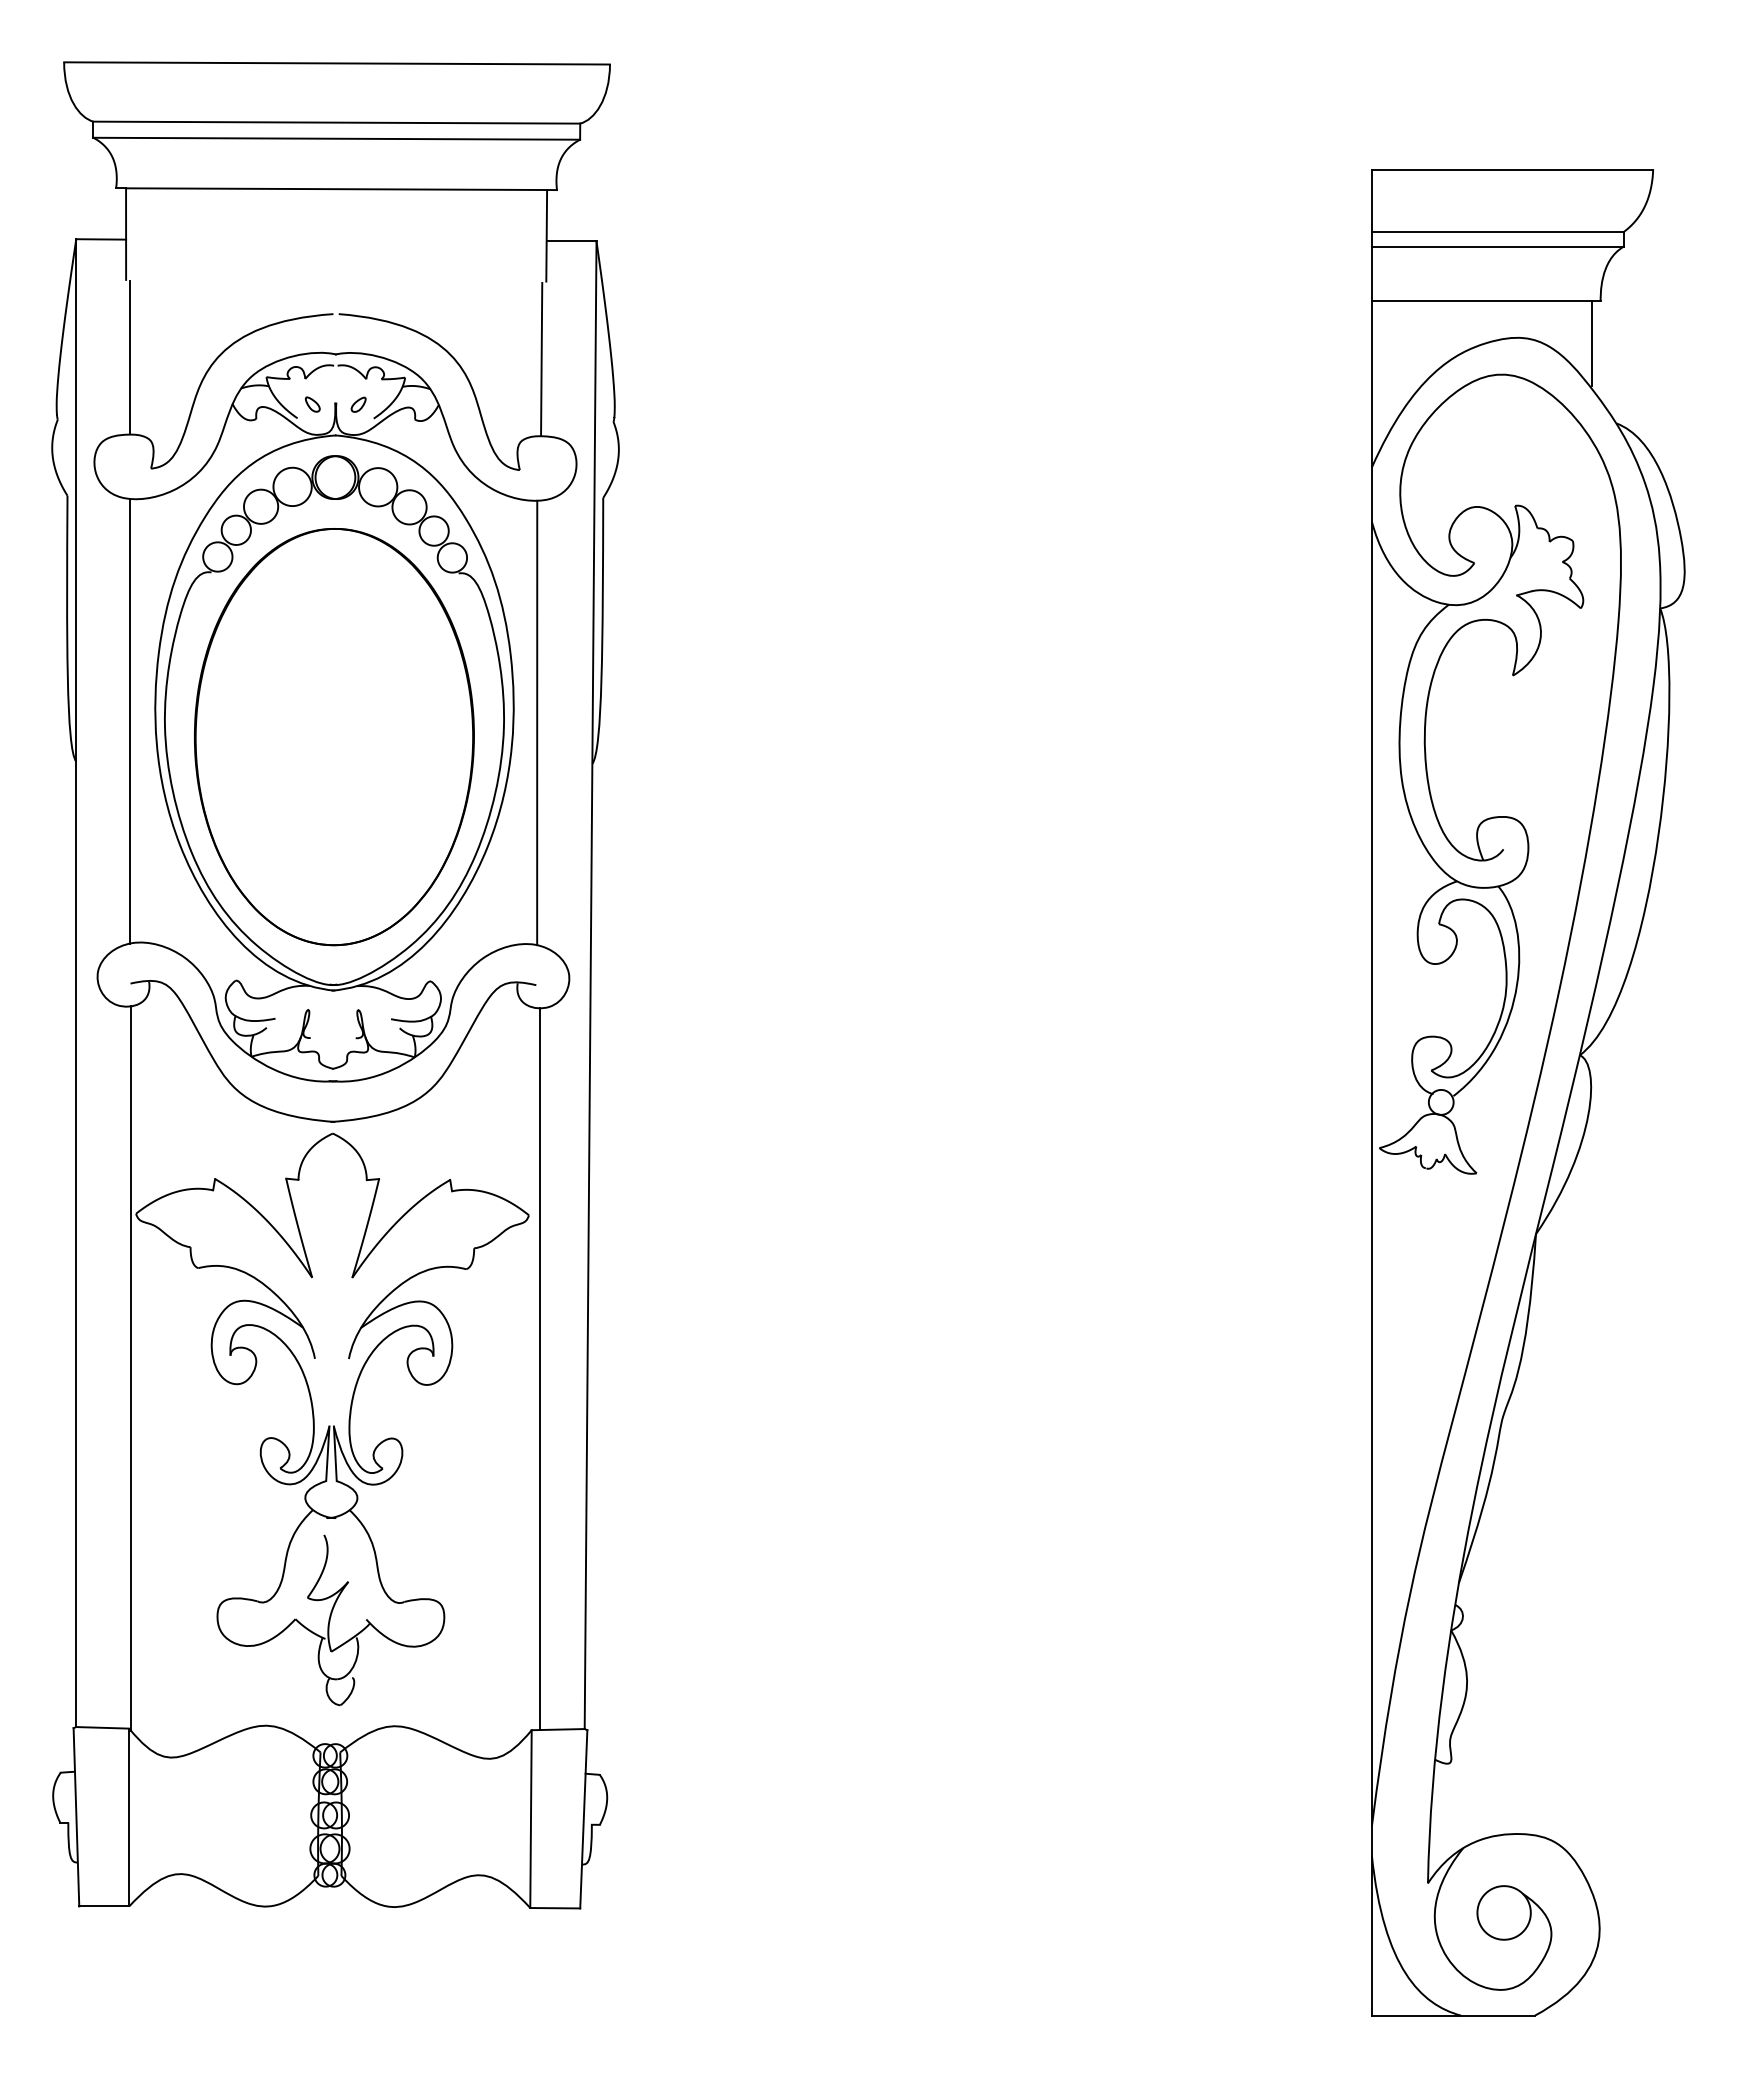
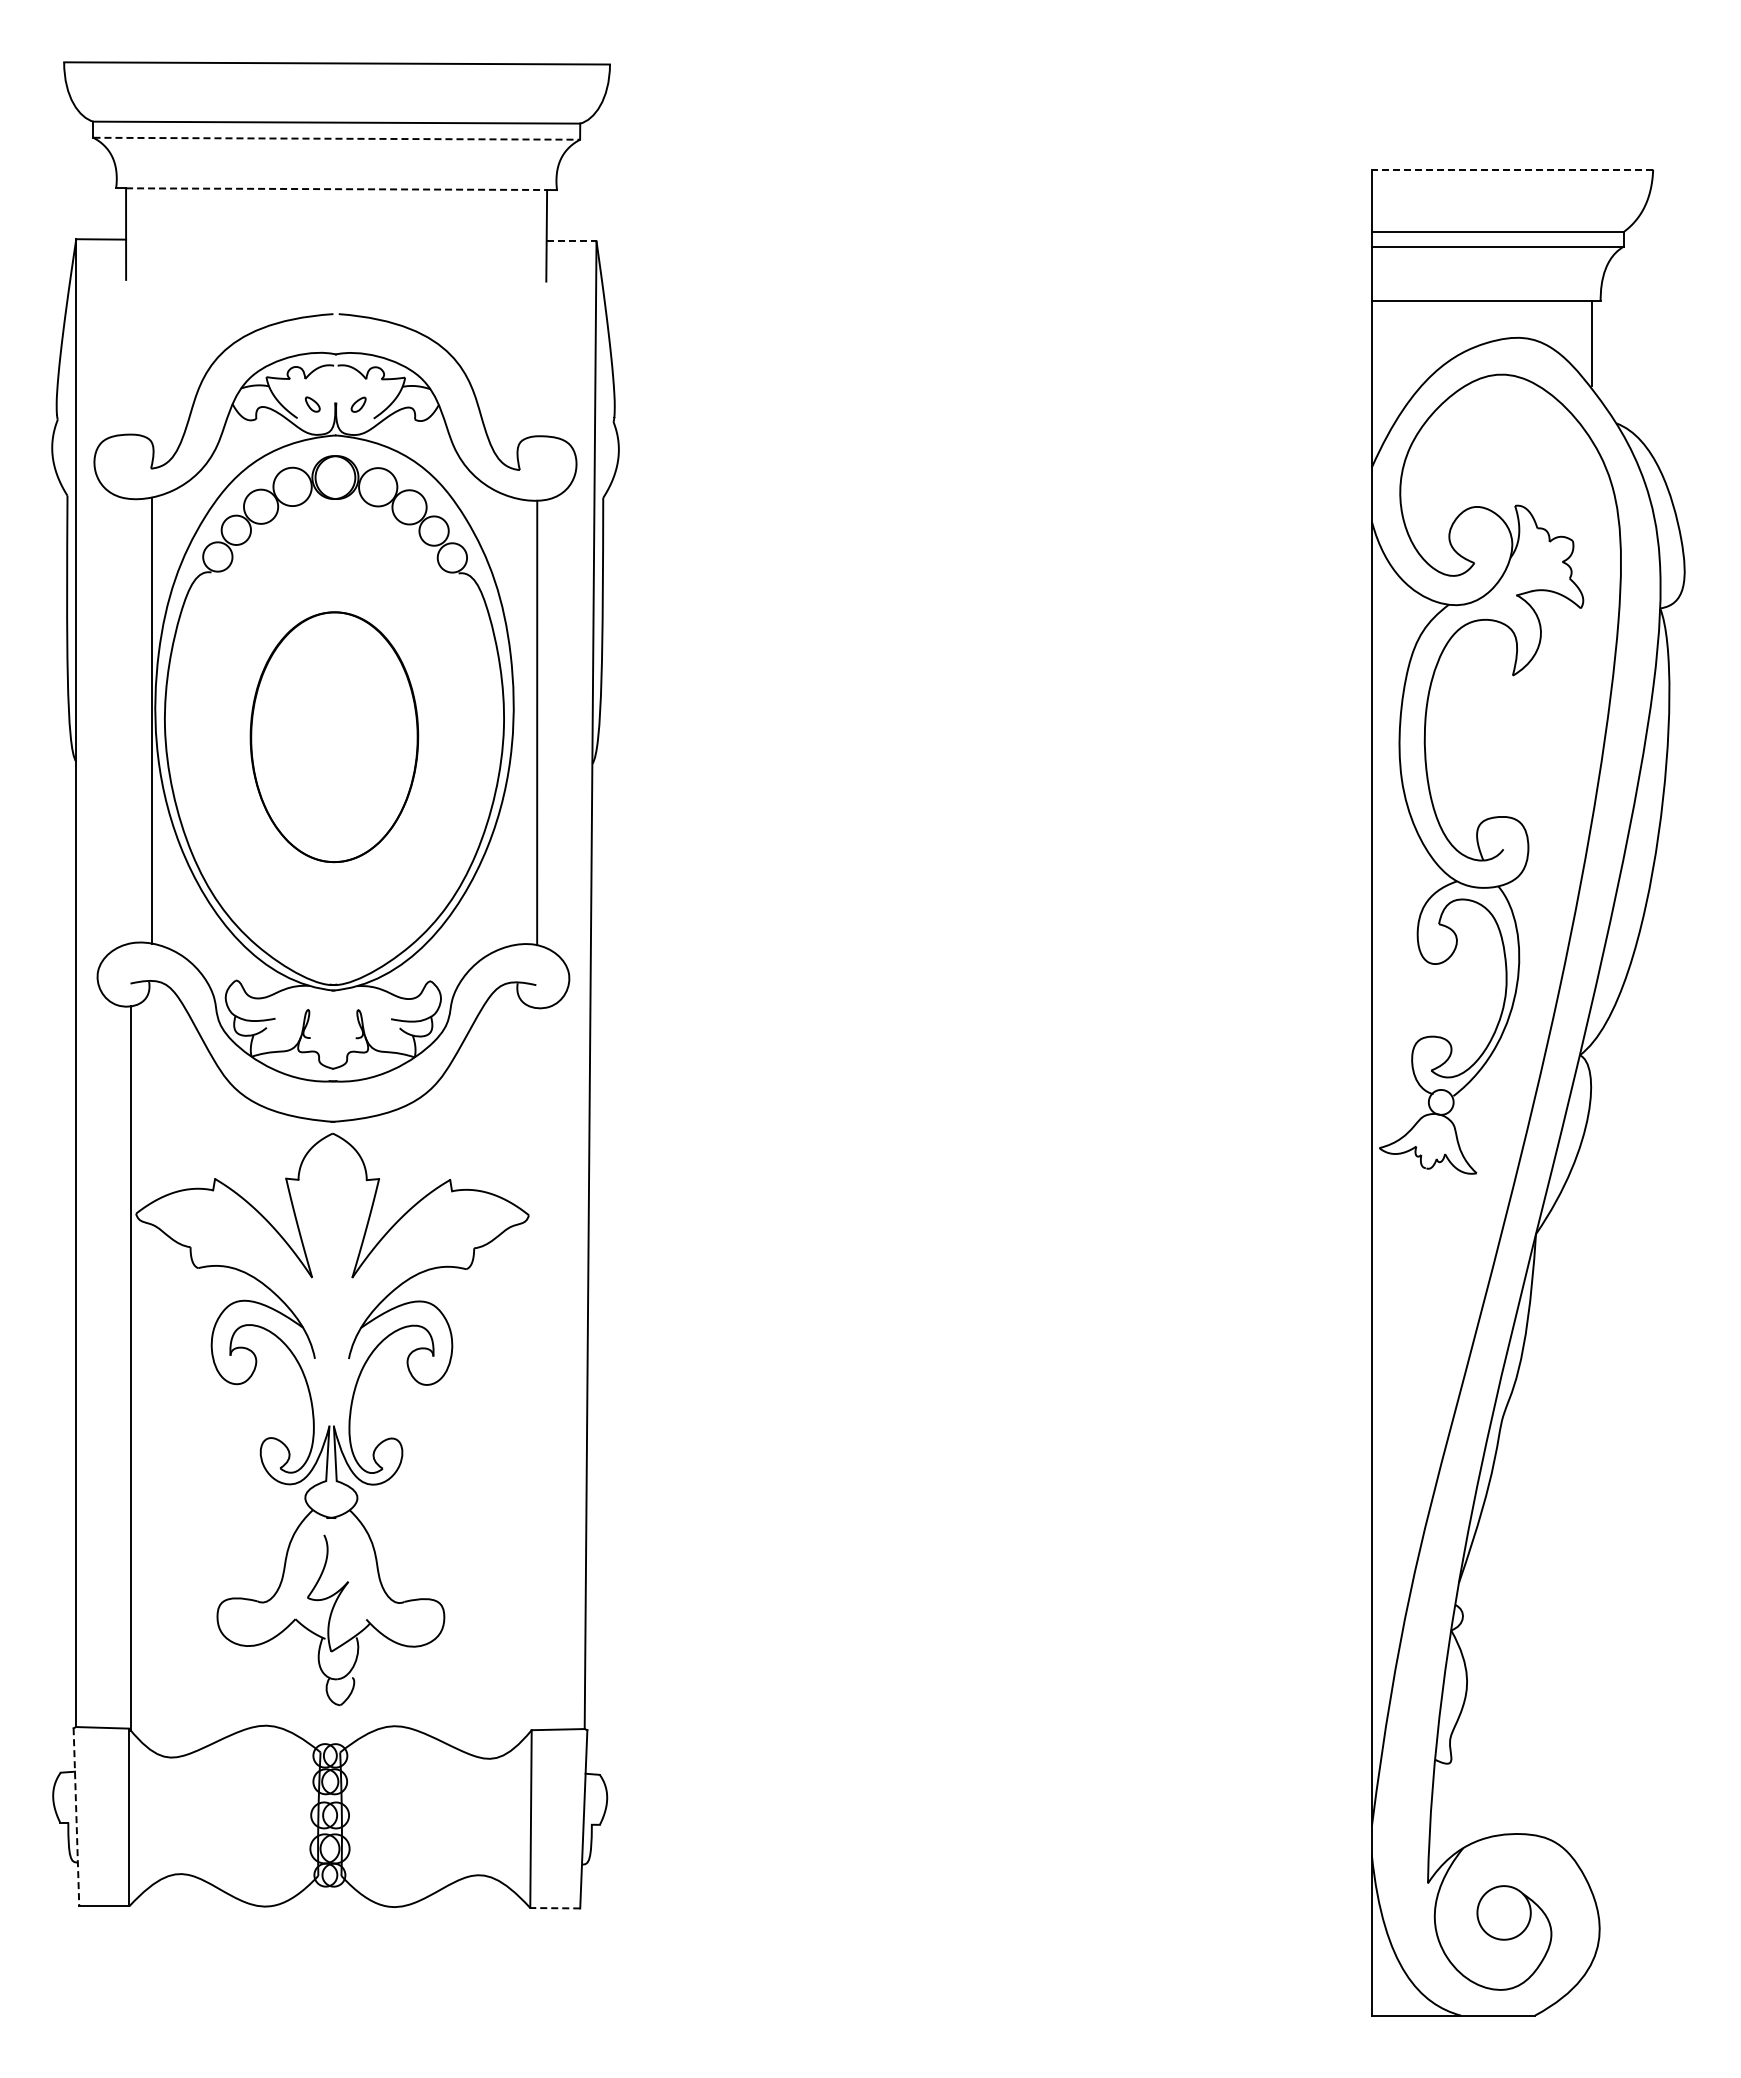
line at (337, 138): solid -> dashed
line at (1512, 169): solid -> dashed
line at (336, 189): solid -> dashed
line at (571, 241): solid -> dashed
line at (130, 357): present -> none
line at (541, 358): present -> none
line at (129, 720) position: (129, 720) -> (151, 720)
part at (334, 737) size: 281x419 px -> 171x253 px
line at (540, 1369): present -> none
line at (76, 1817): solid -> dashed
line at (555, 1908): solid -> dashed
